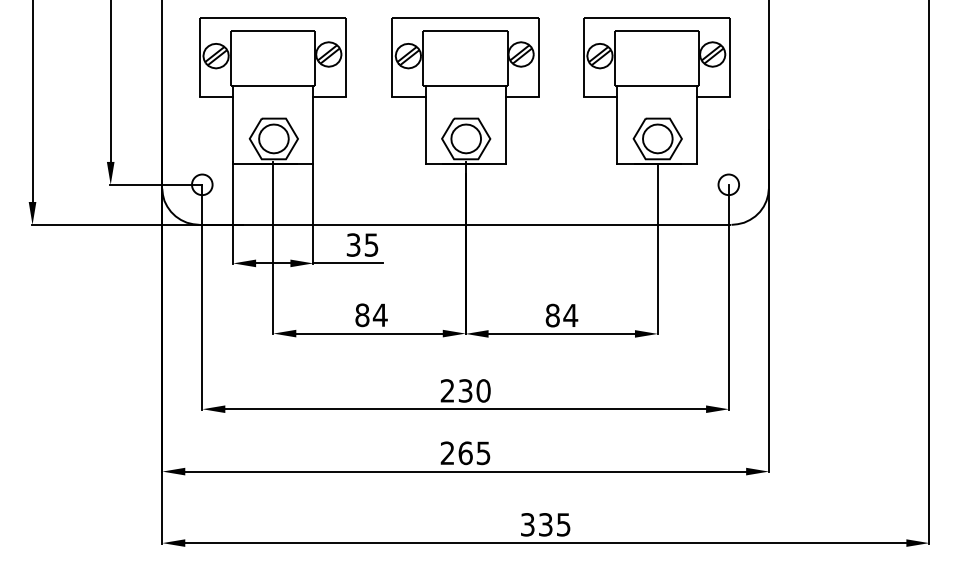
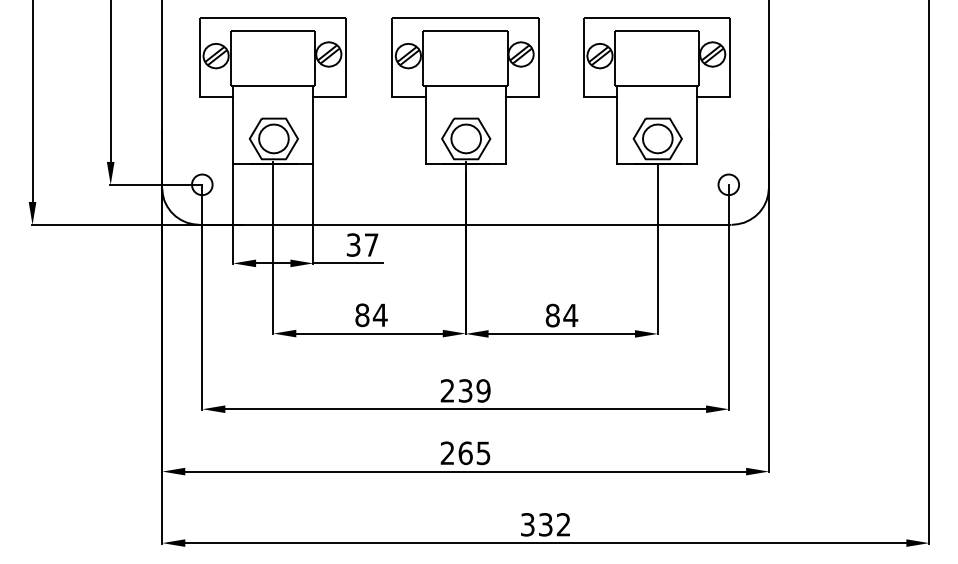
text at (371, 244): 35 -> 37
text at (483, 390): 230 -> 239
text at (563, 524): 335 -> 332
